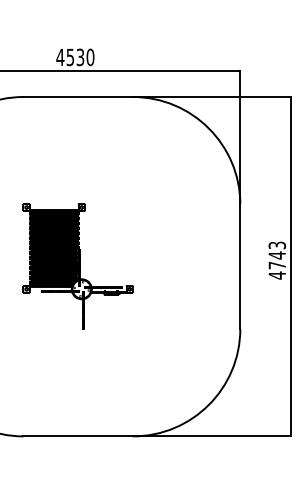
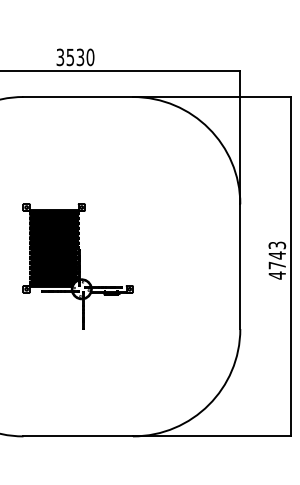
text at (60, 57): 4530 -> 3530
